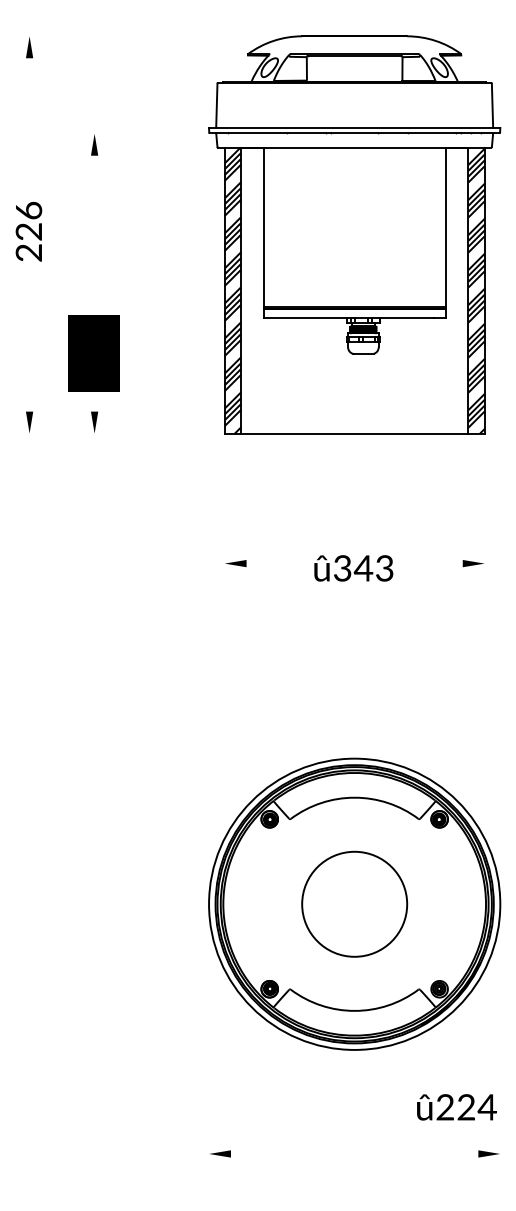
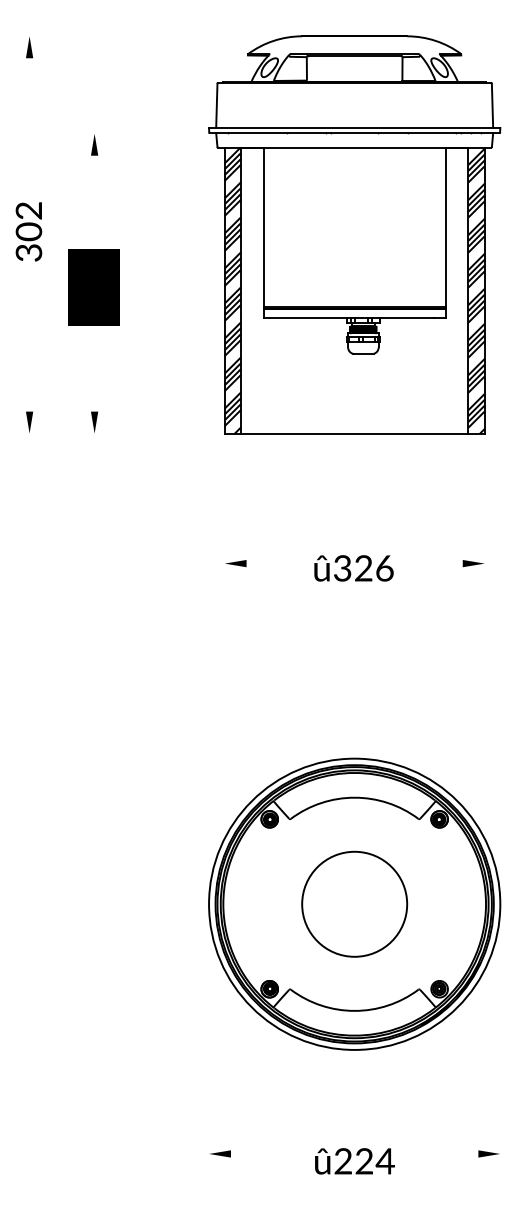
text at (28, 231): 226 -> 302
text at (93, 353) position: (93, 353) -> (93, 287)
text at (373, 568): û343 -> û326
text at (456, 1107) position: (456, 1107) -> (354, 1161)
